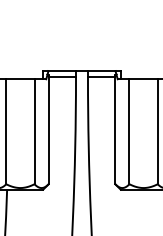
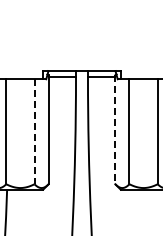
line at (115, 130): solid -> dashed
line at (34, 132): solid -> dashed
